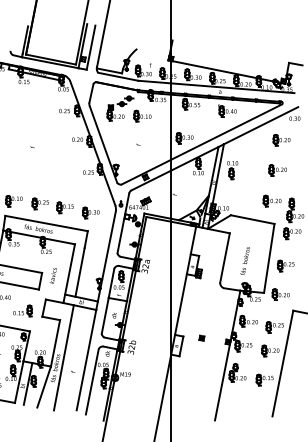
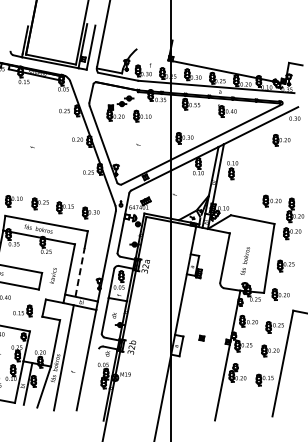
part at (277, 170): present -> none
line at (80, 272): solid -> dashed
line at (91, 381): present -> none
